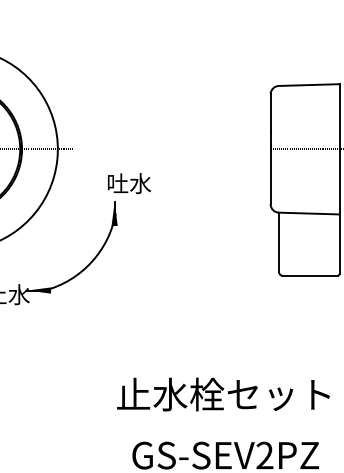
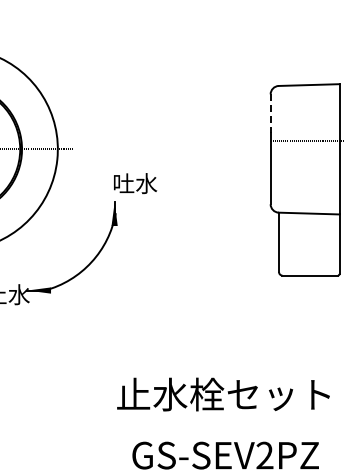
line at (270, 114): solid -> dashed
line at (305, 149) position: (305, 149) -> (305, 141)
text at (129, 183) position: (129, 183) -> (135, 183)
